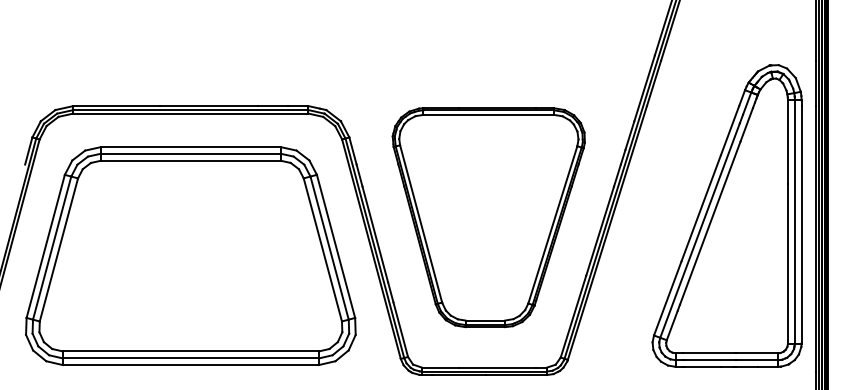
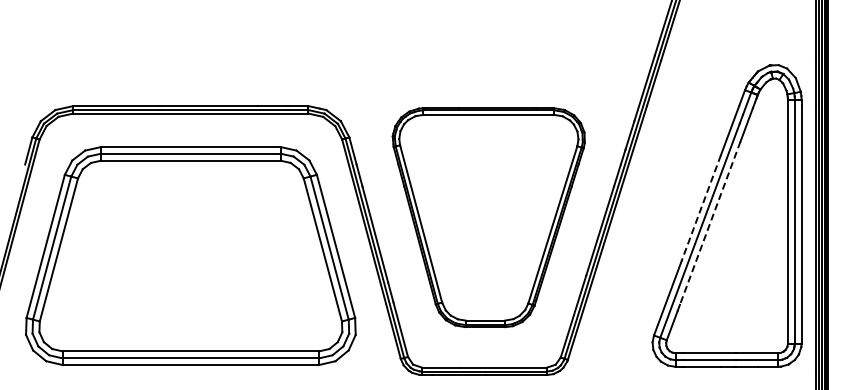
line at (701, 208): solid -> dashed
line at (710, 223): solid -> dashed
